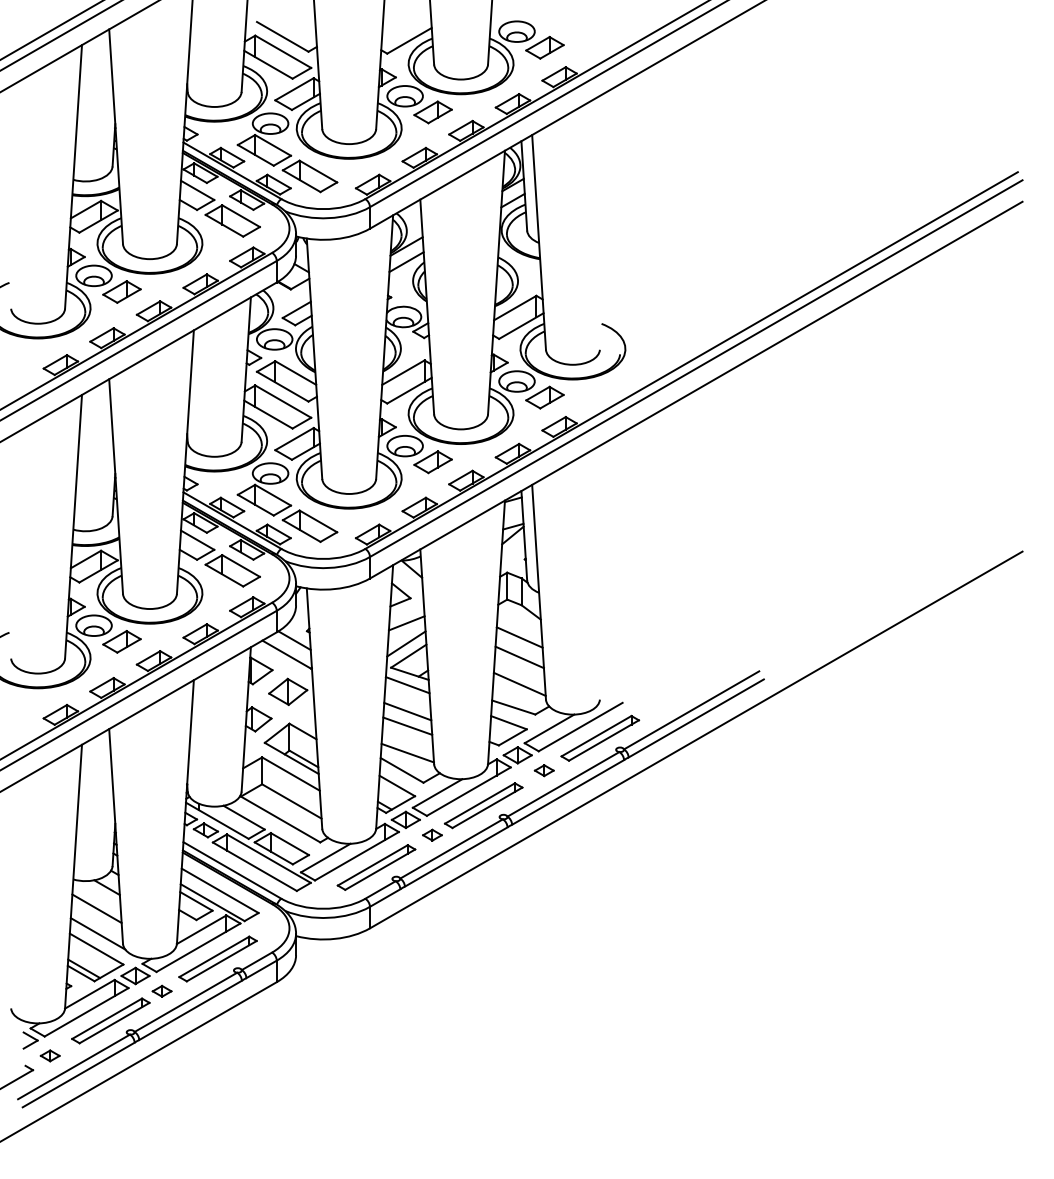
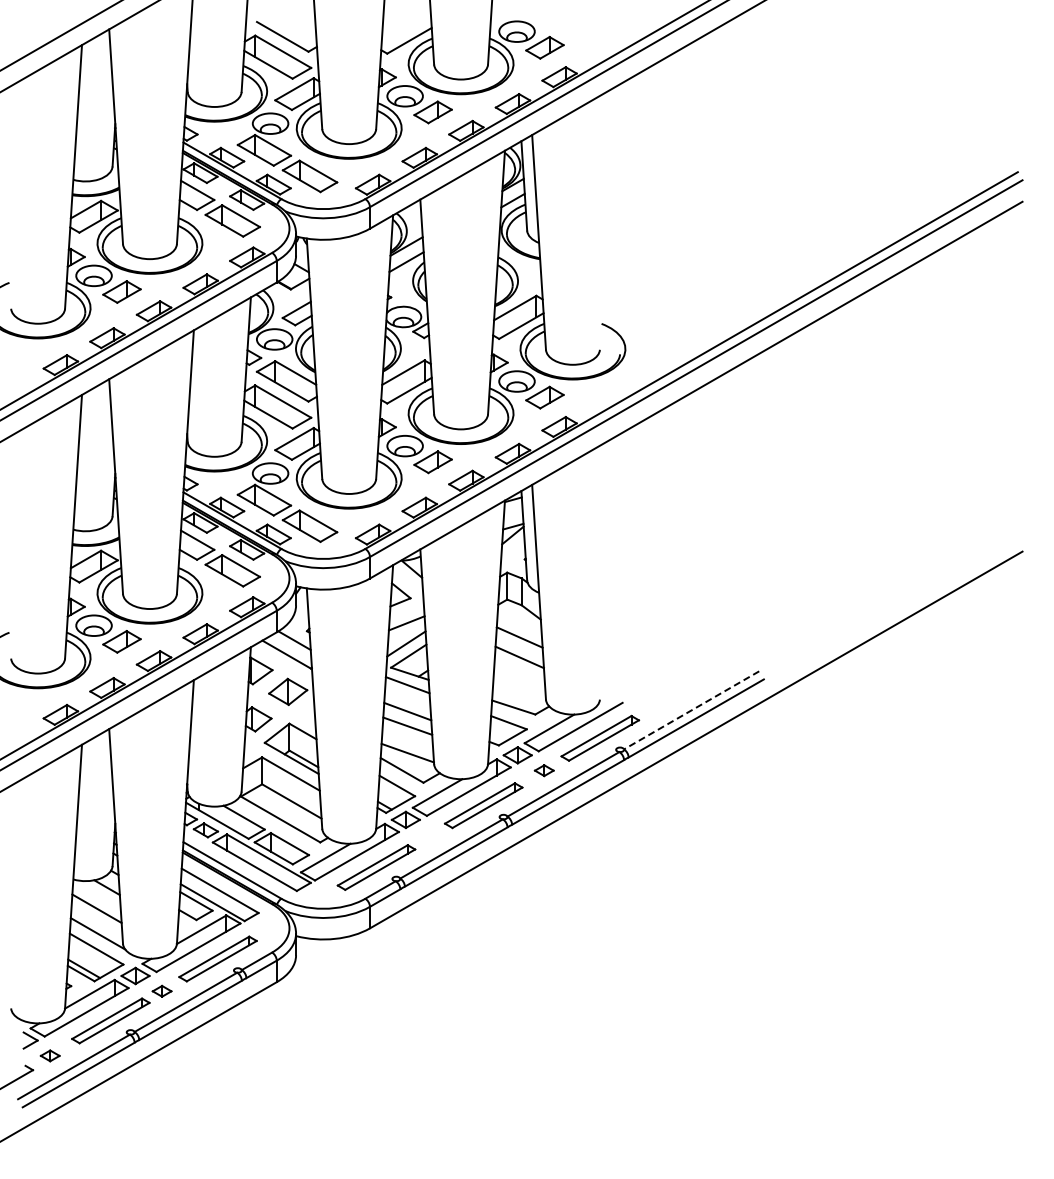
line at (51, 30): present -> none
line at (519, 683): present -> none
line at (691, 710): solid -> dashed
part at (432, 834): present -> none
